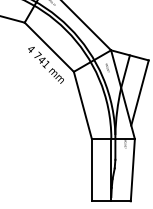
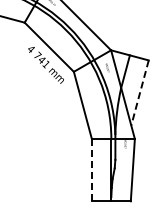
line at (140, 93): solid -> dashed
line at (91, 170): solid -> dashed
